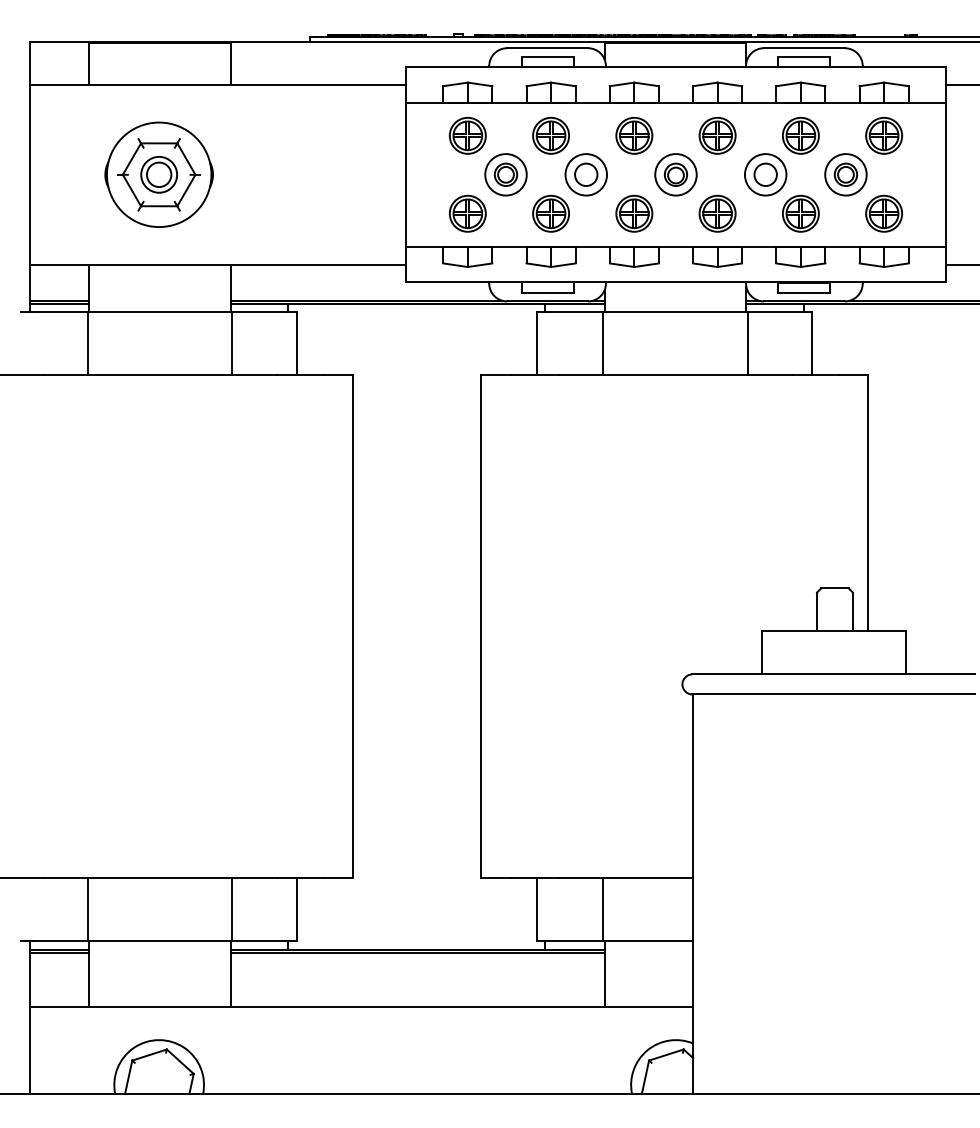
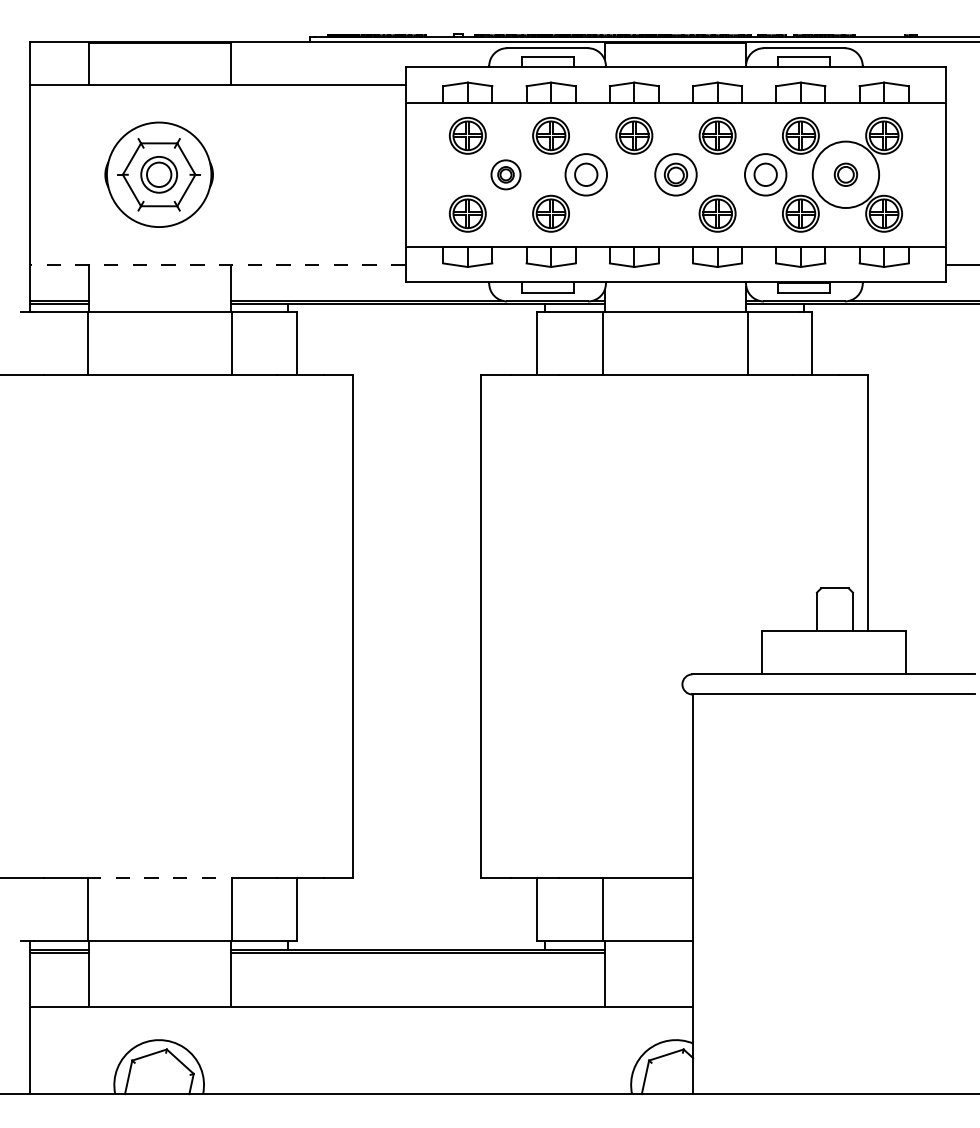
line at (961, 85): present -> none
part at (505, 174) size: 44x44 px -> 32x32 px
circle at (845, 174) diameter: 41 px -> 66 px
part at (634, 213): present -> none
line at (217, 264): solid -> dashed
line at (159, 877): solid -> dashed
